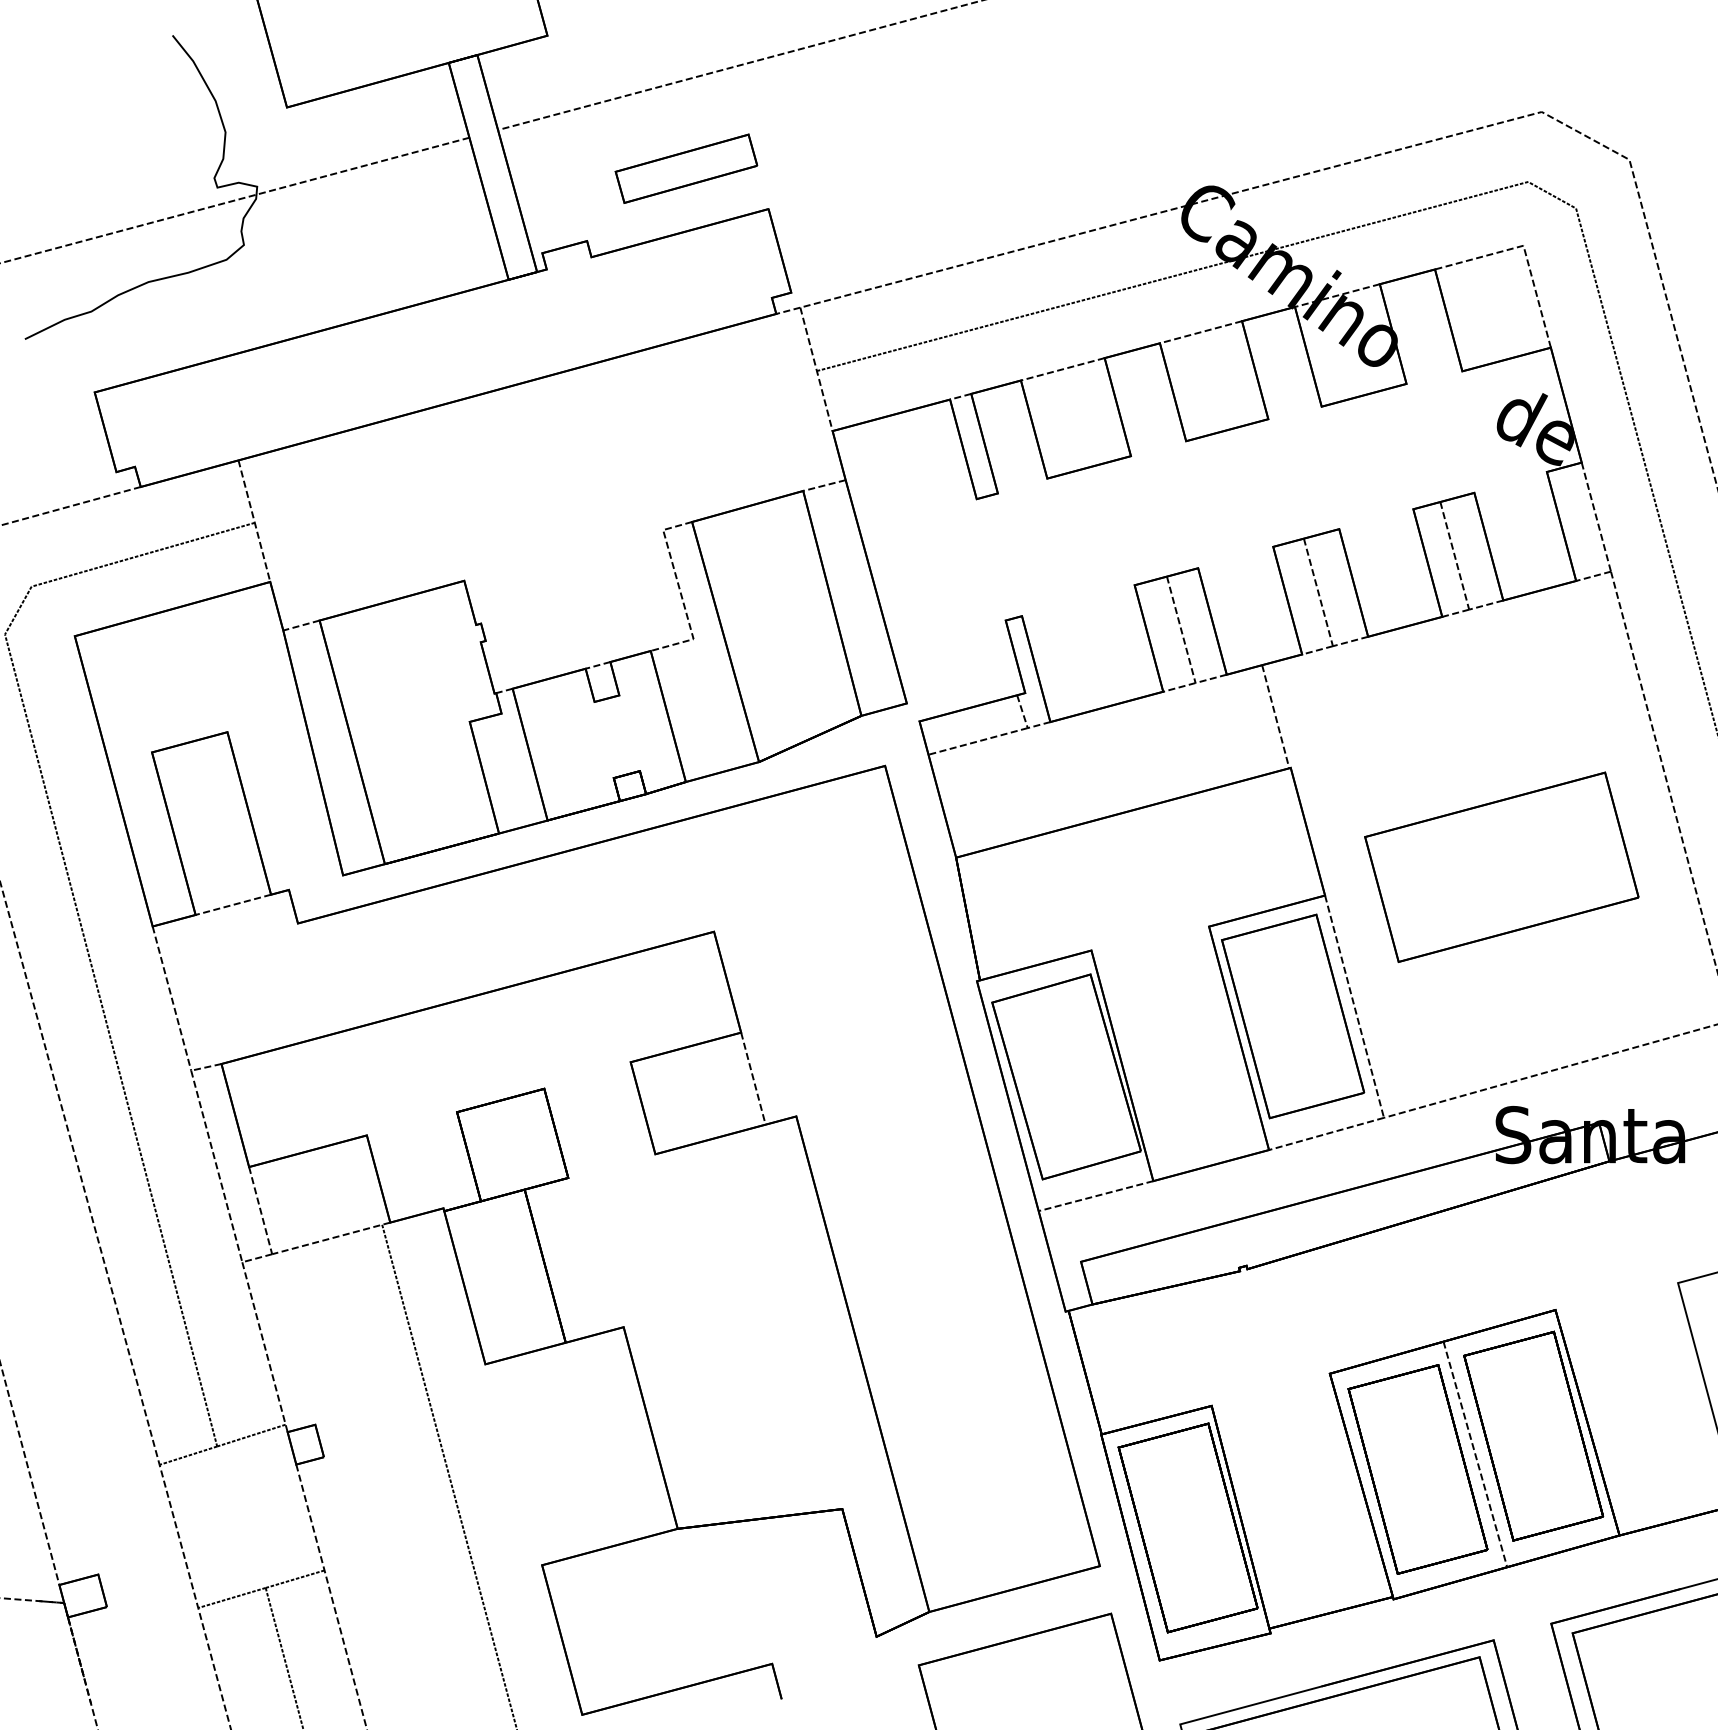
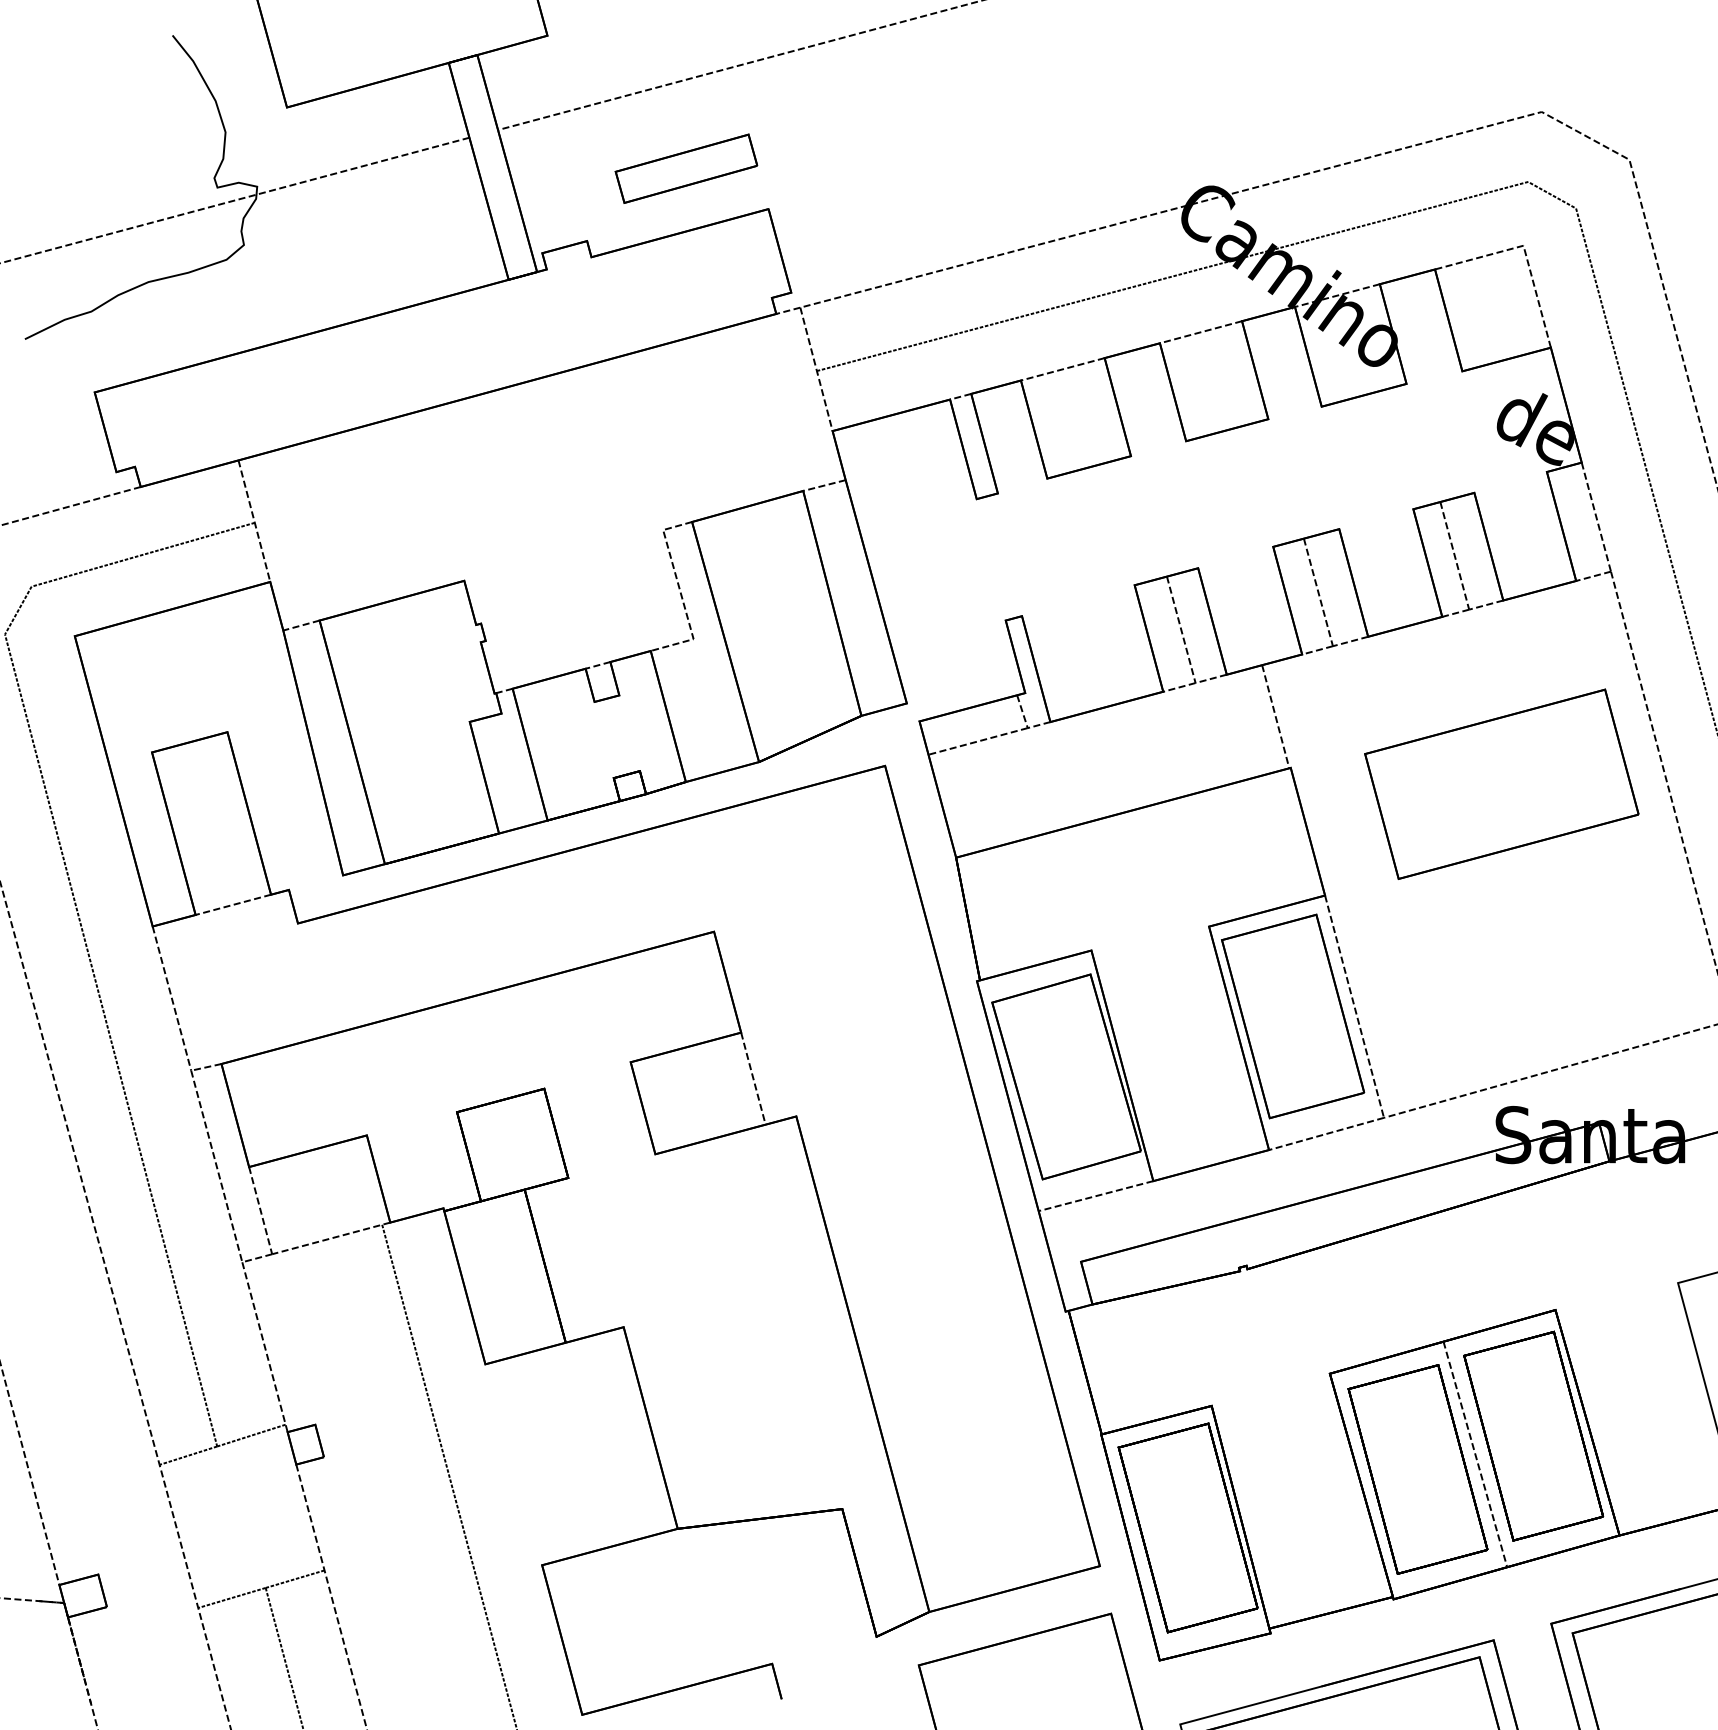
part at (1501, 866) position: (1501, 866) -> (1501, 783)
